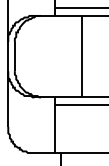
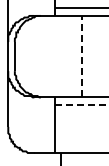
line at (81, 56): solid -> dashed
line at (81, 105): solid -> dashed
